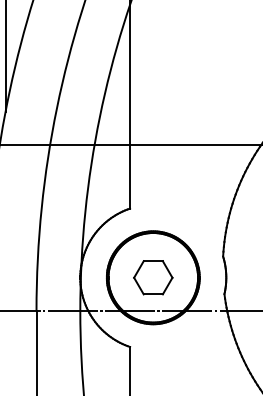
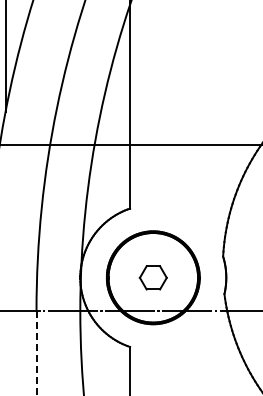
part at (153, 277) size: 41x36 px -> 30x26 px
line at (36, 353): solid -> dashed
